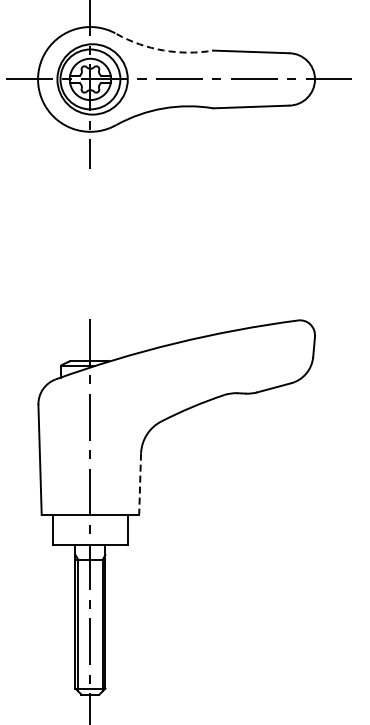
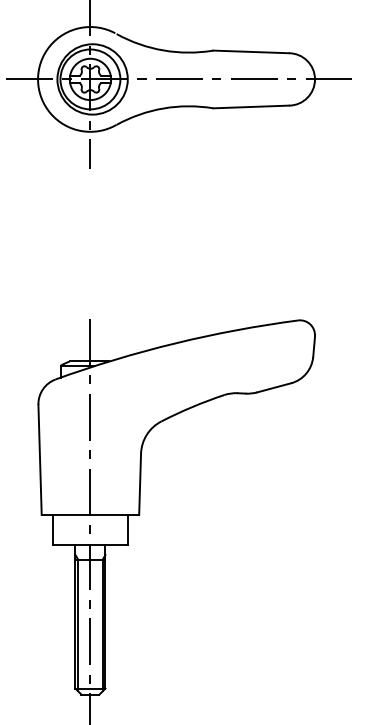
arc at (163, 50): dashed -> solid
line at (140, 484): dashed -> solid
